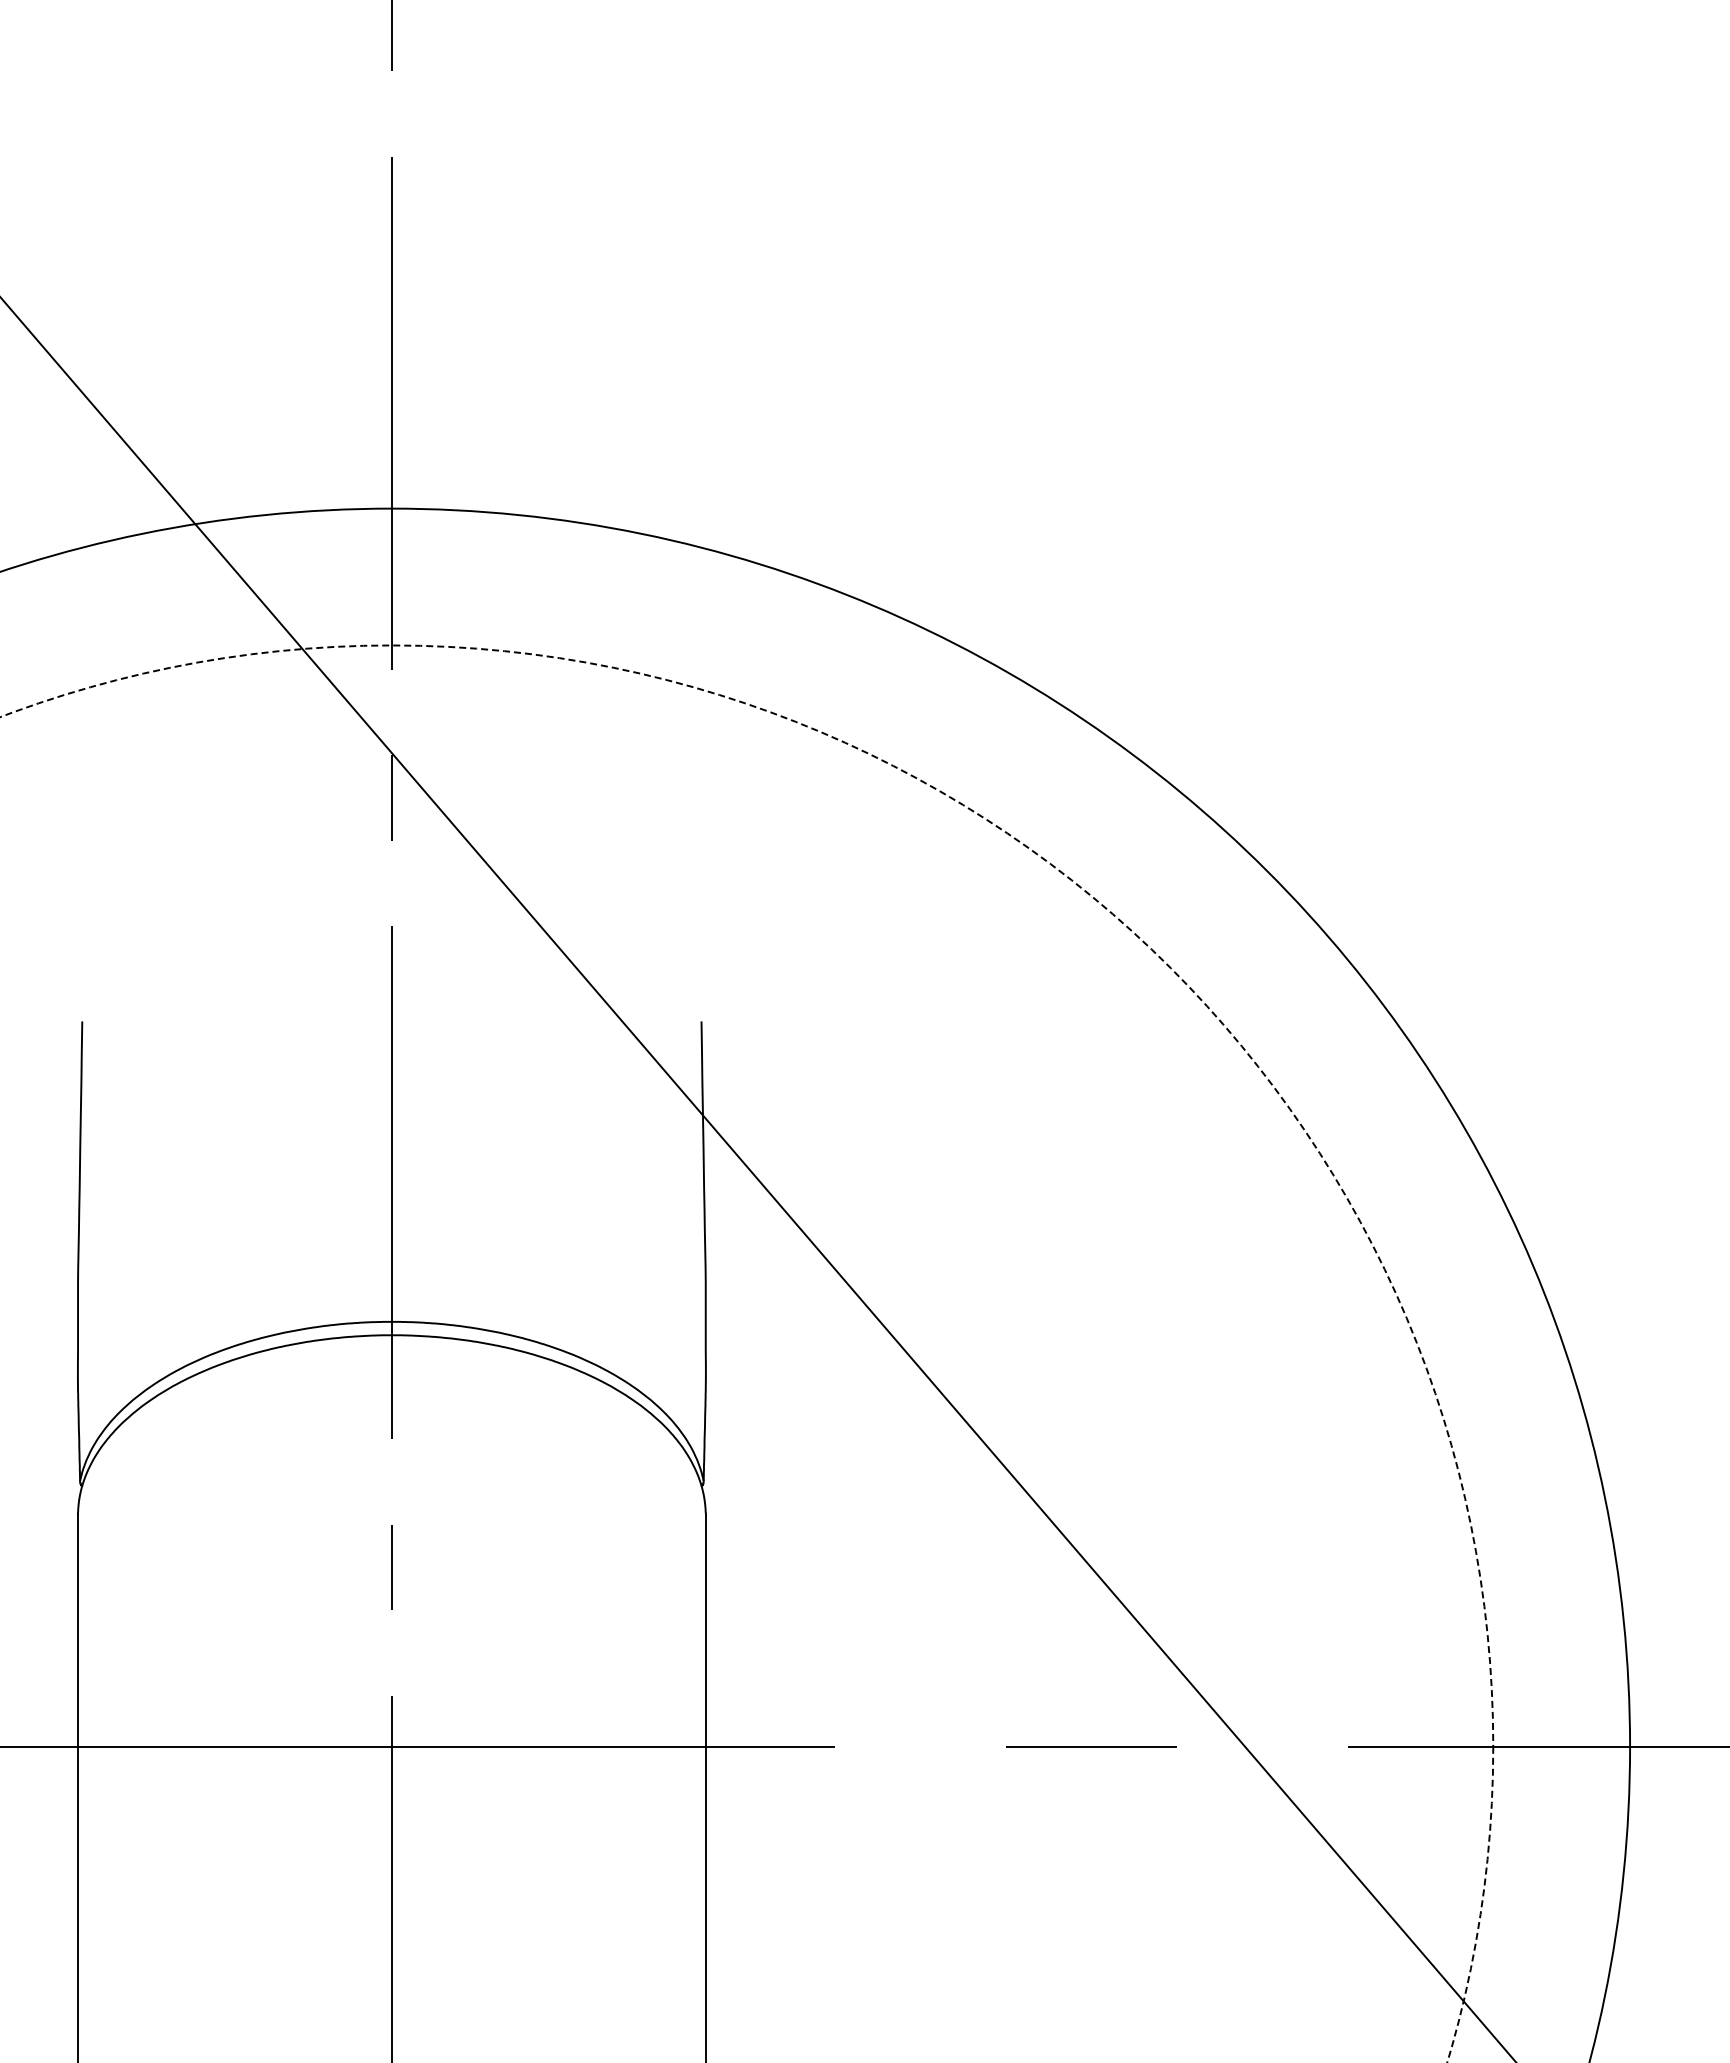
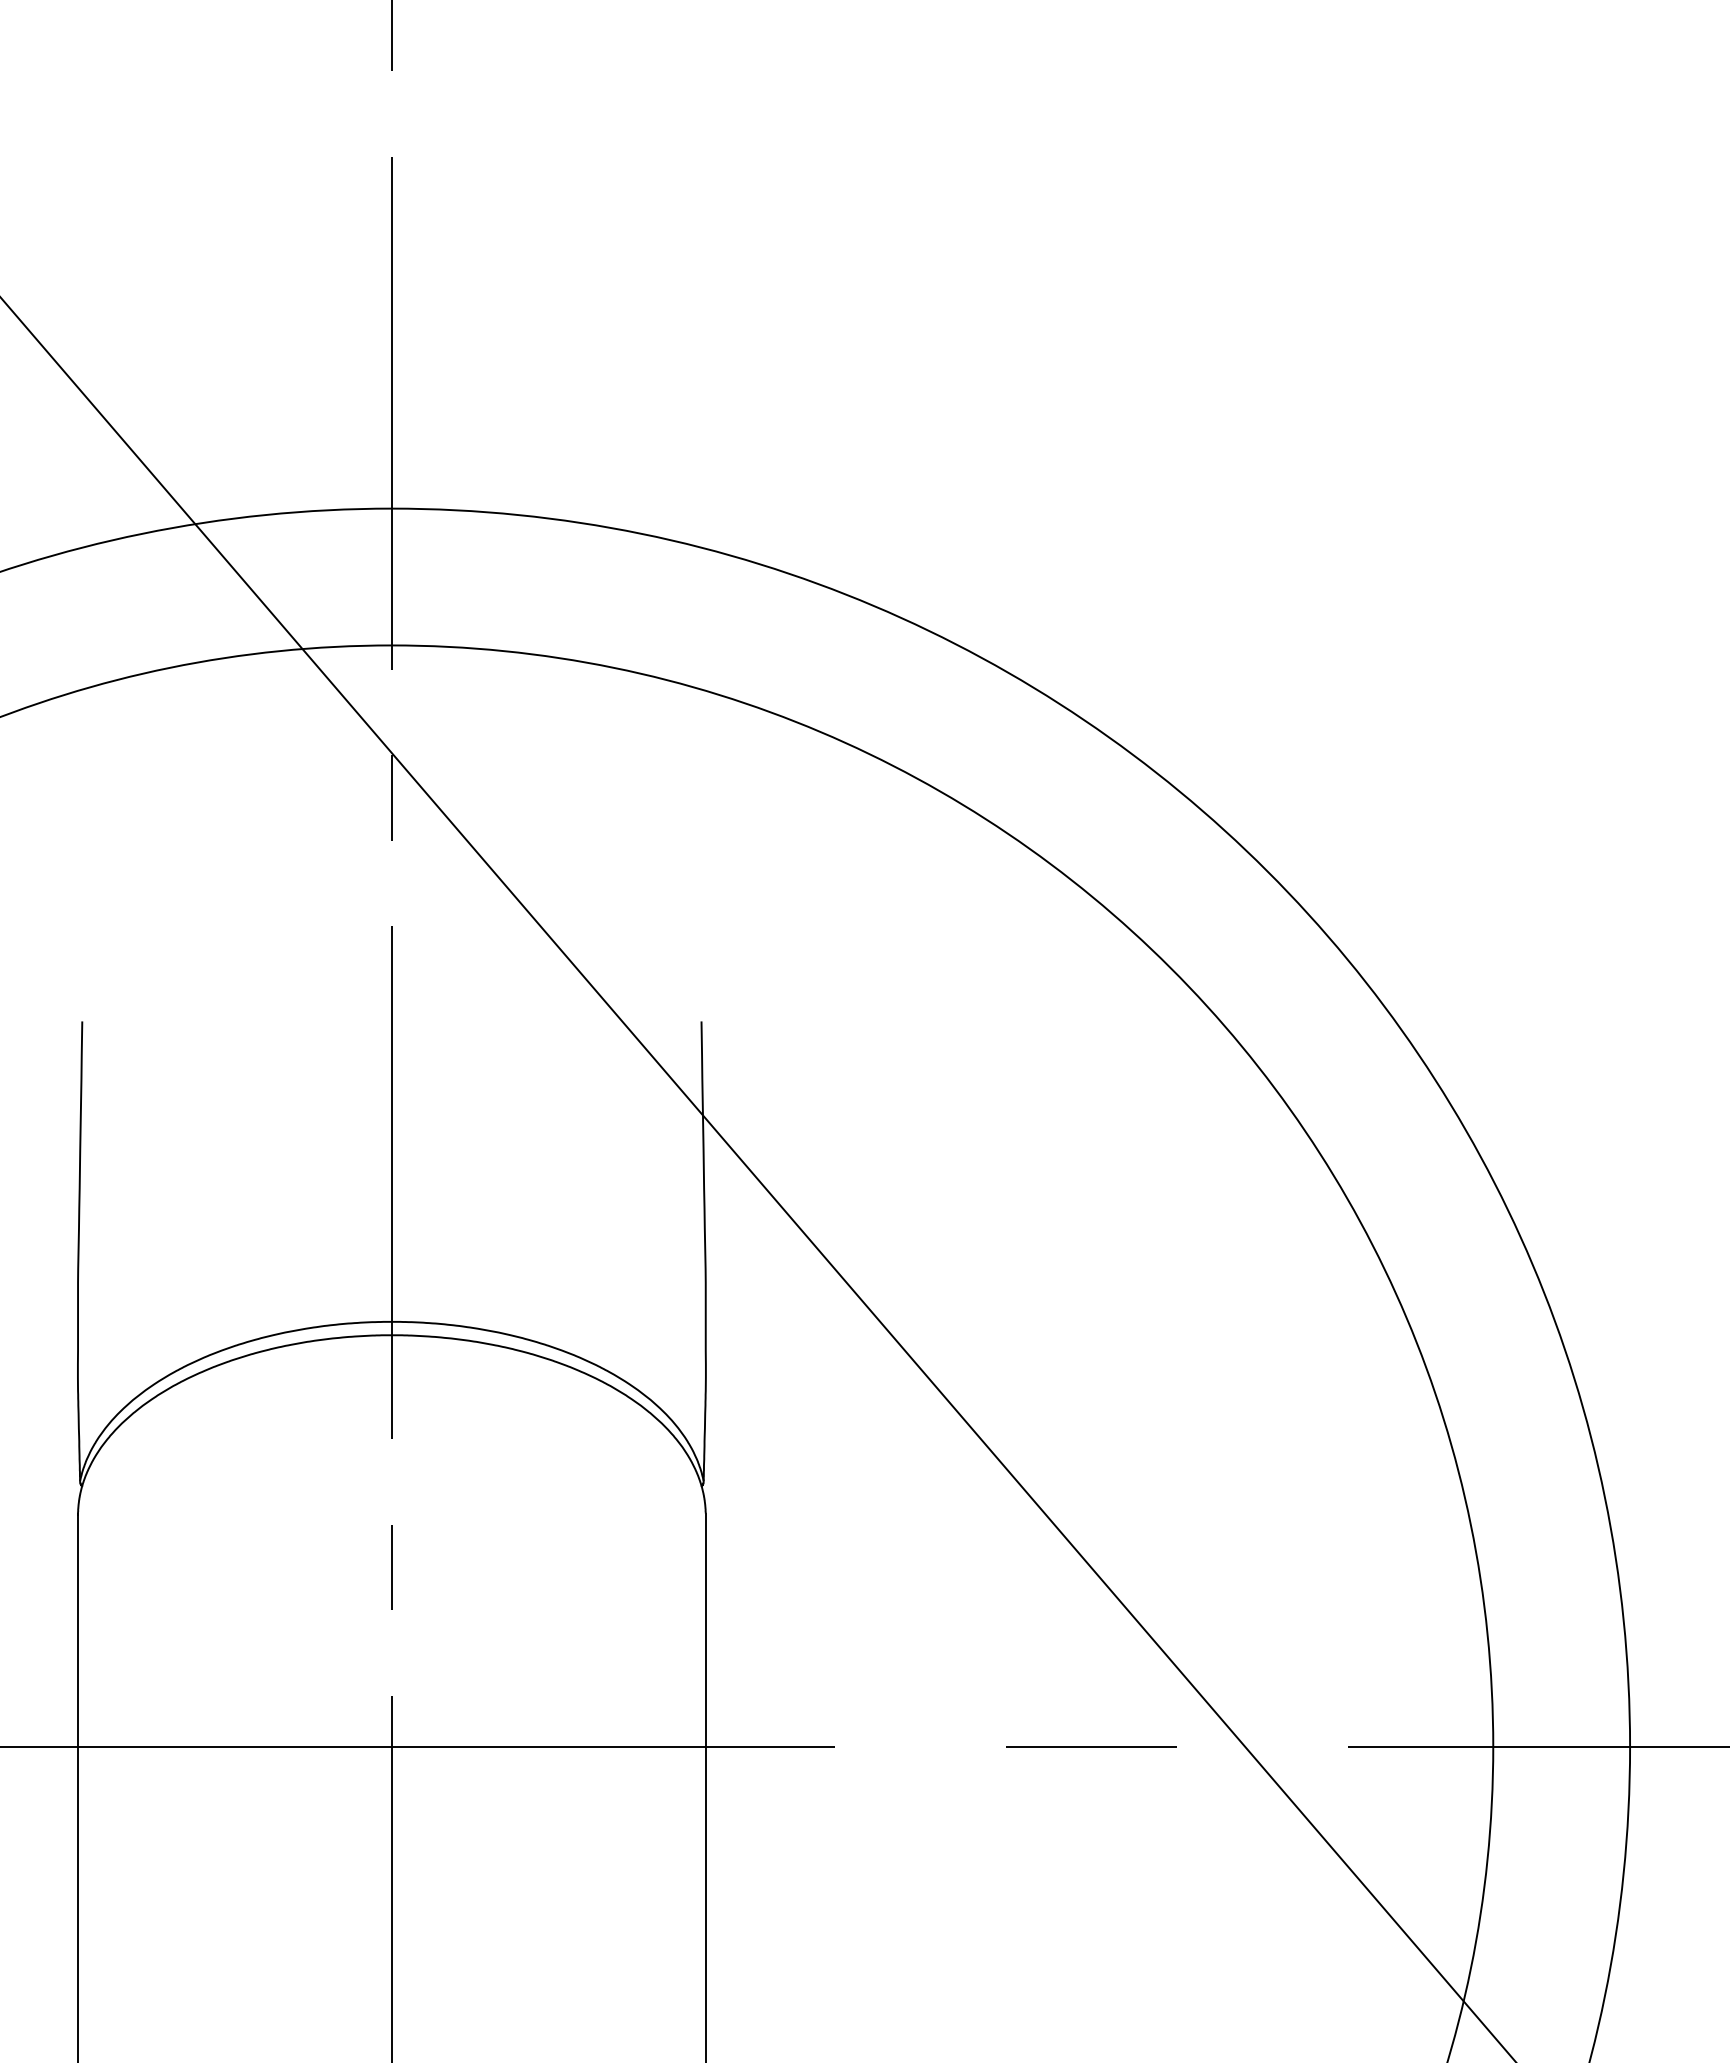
circle at (746, 1353): dashed -> solid
